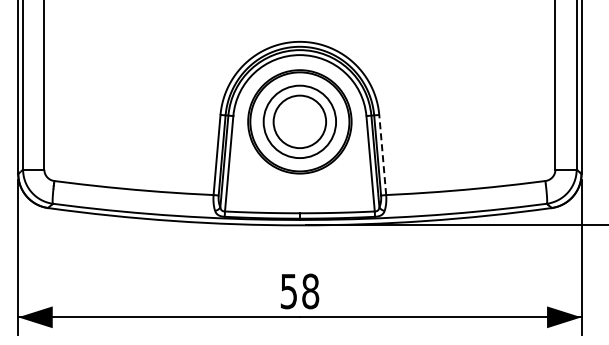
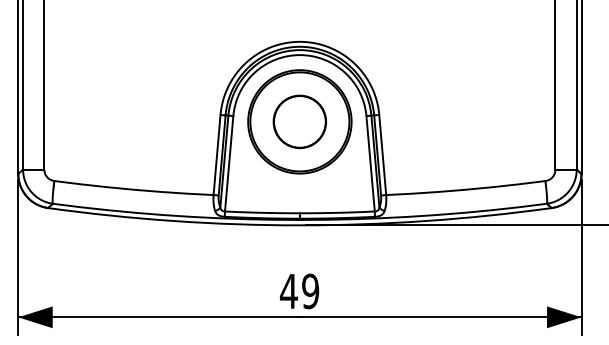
circle at (299, 121) diameter: 72 px -> 52 px
line at (382, 154): dashed -> solid
text at (299, 291): 58 -> 49
